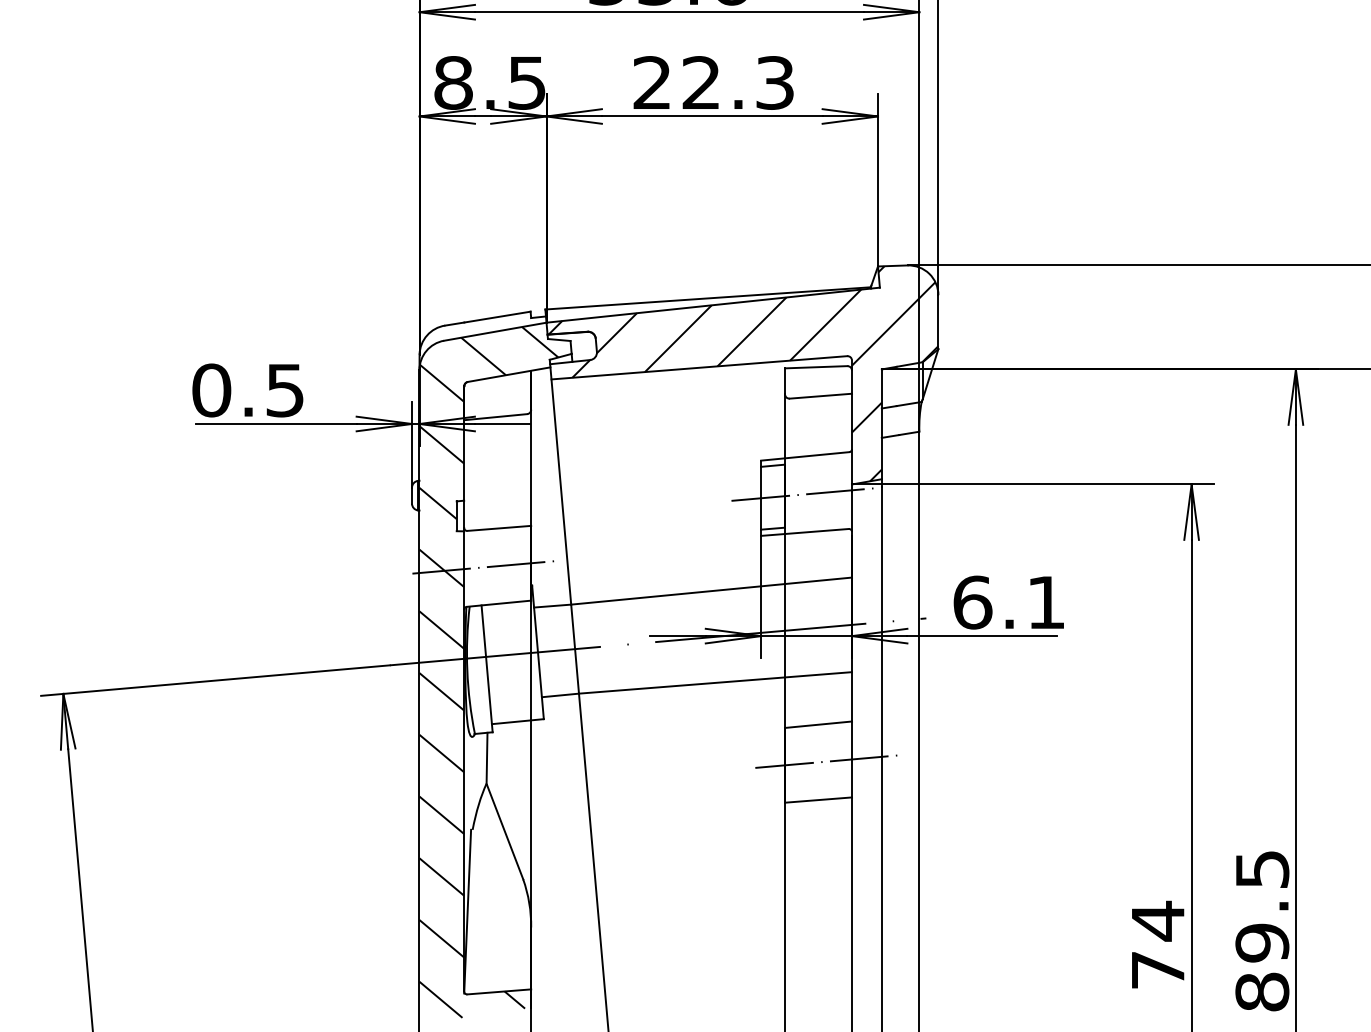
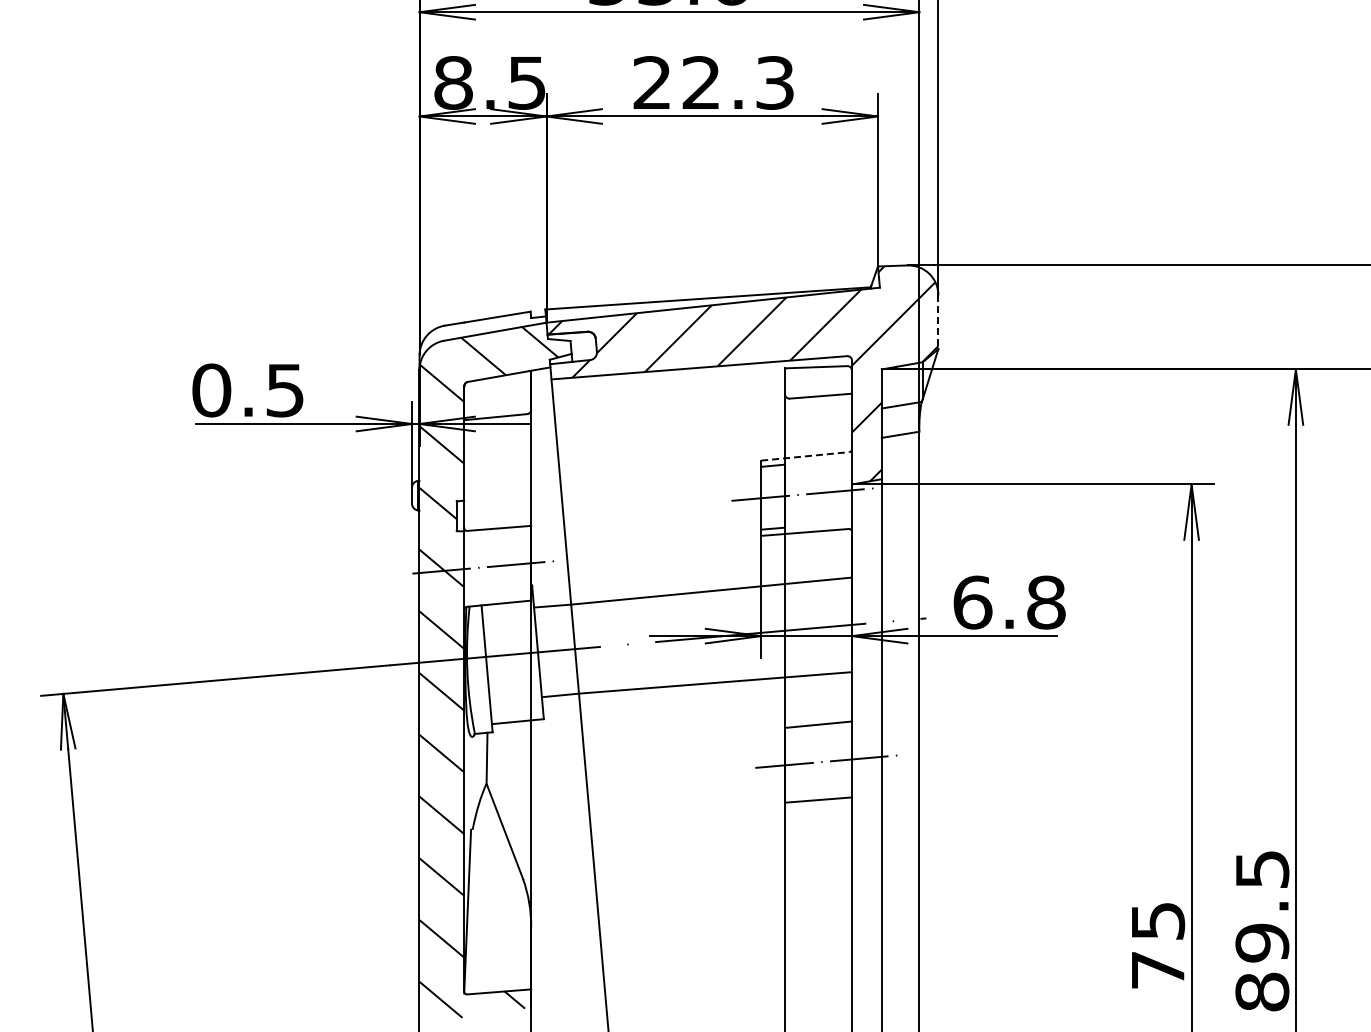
line at (938, 322): solid -> dashed
line at (805, 456): solid -> dashed
text at (1046, 602): 6.1 -> 6.8
text at (1158, 920): 74 -> 75
